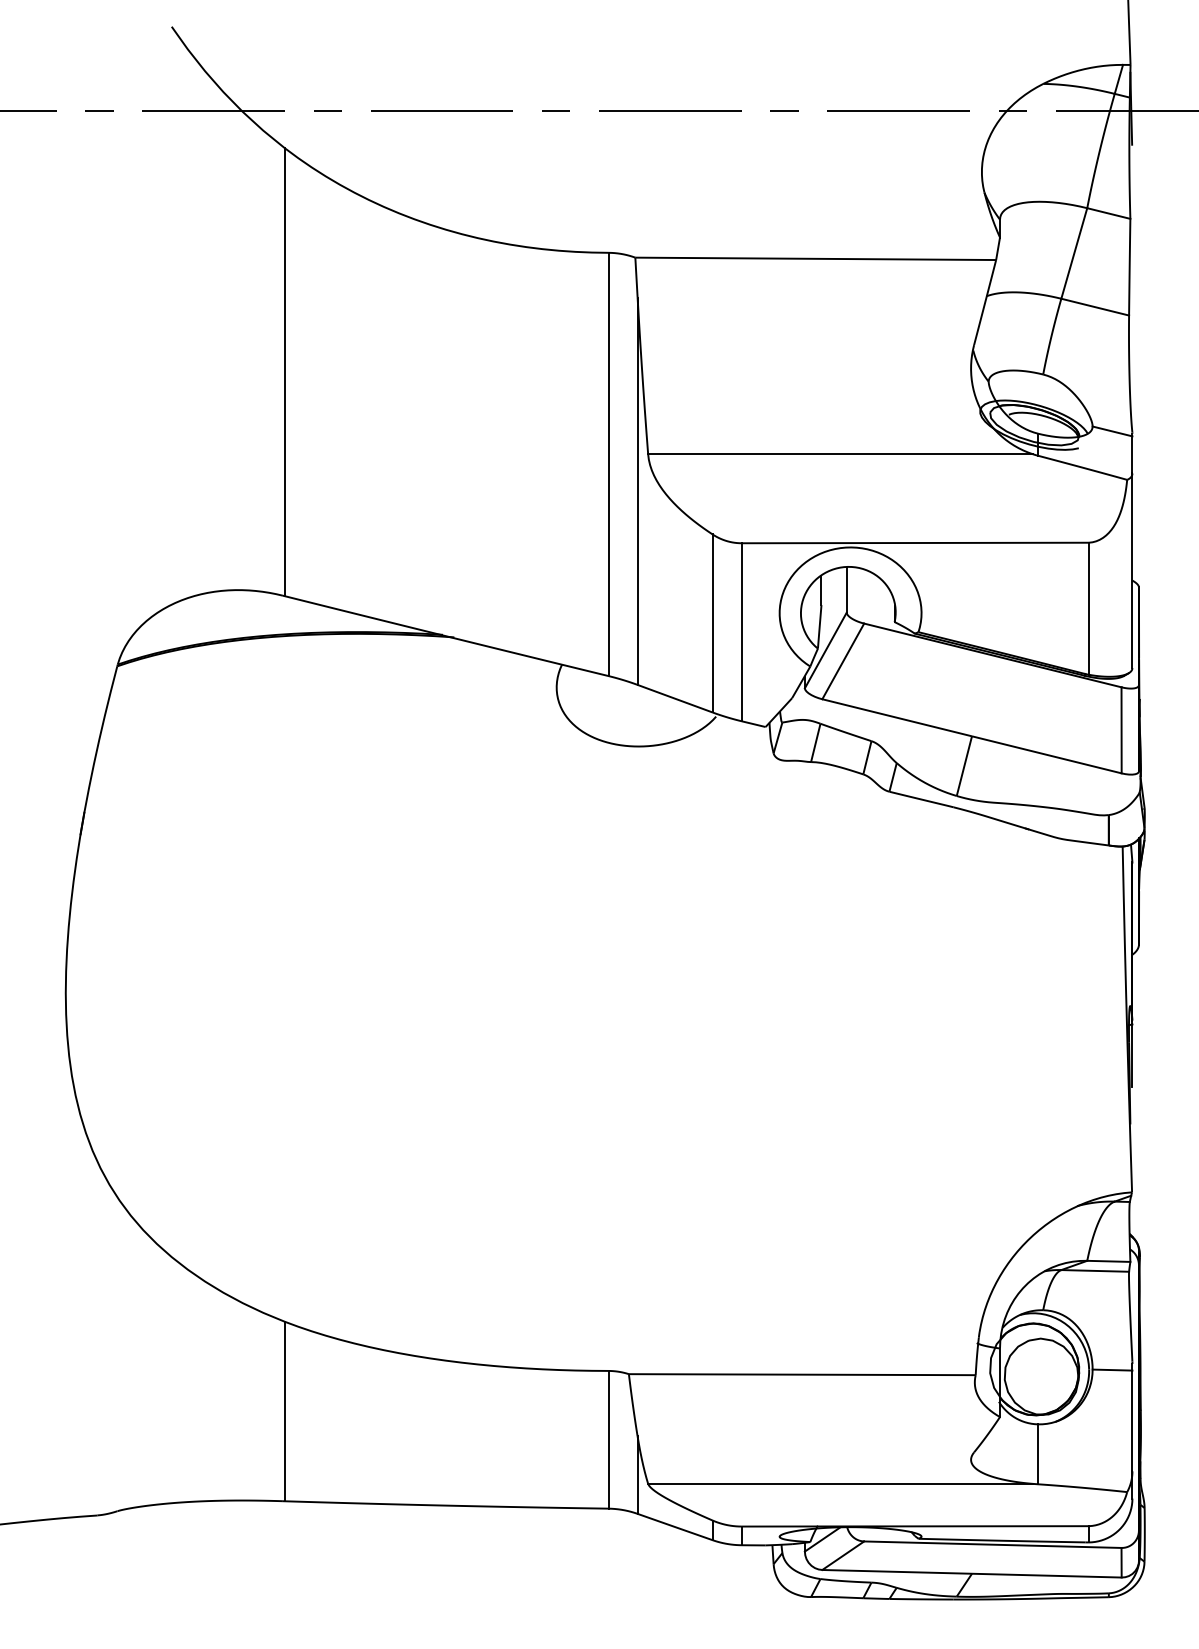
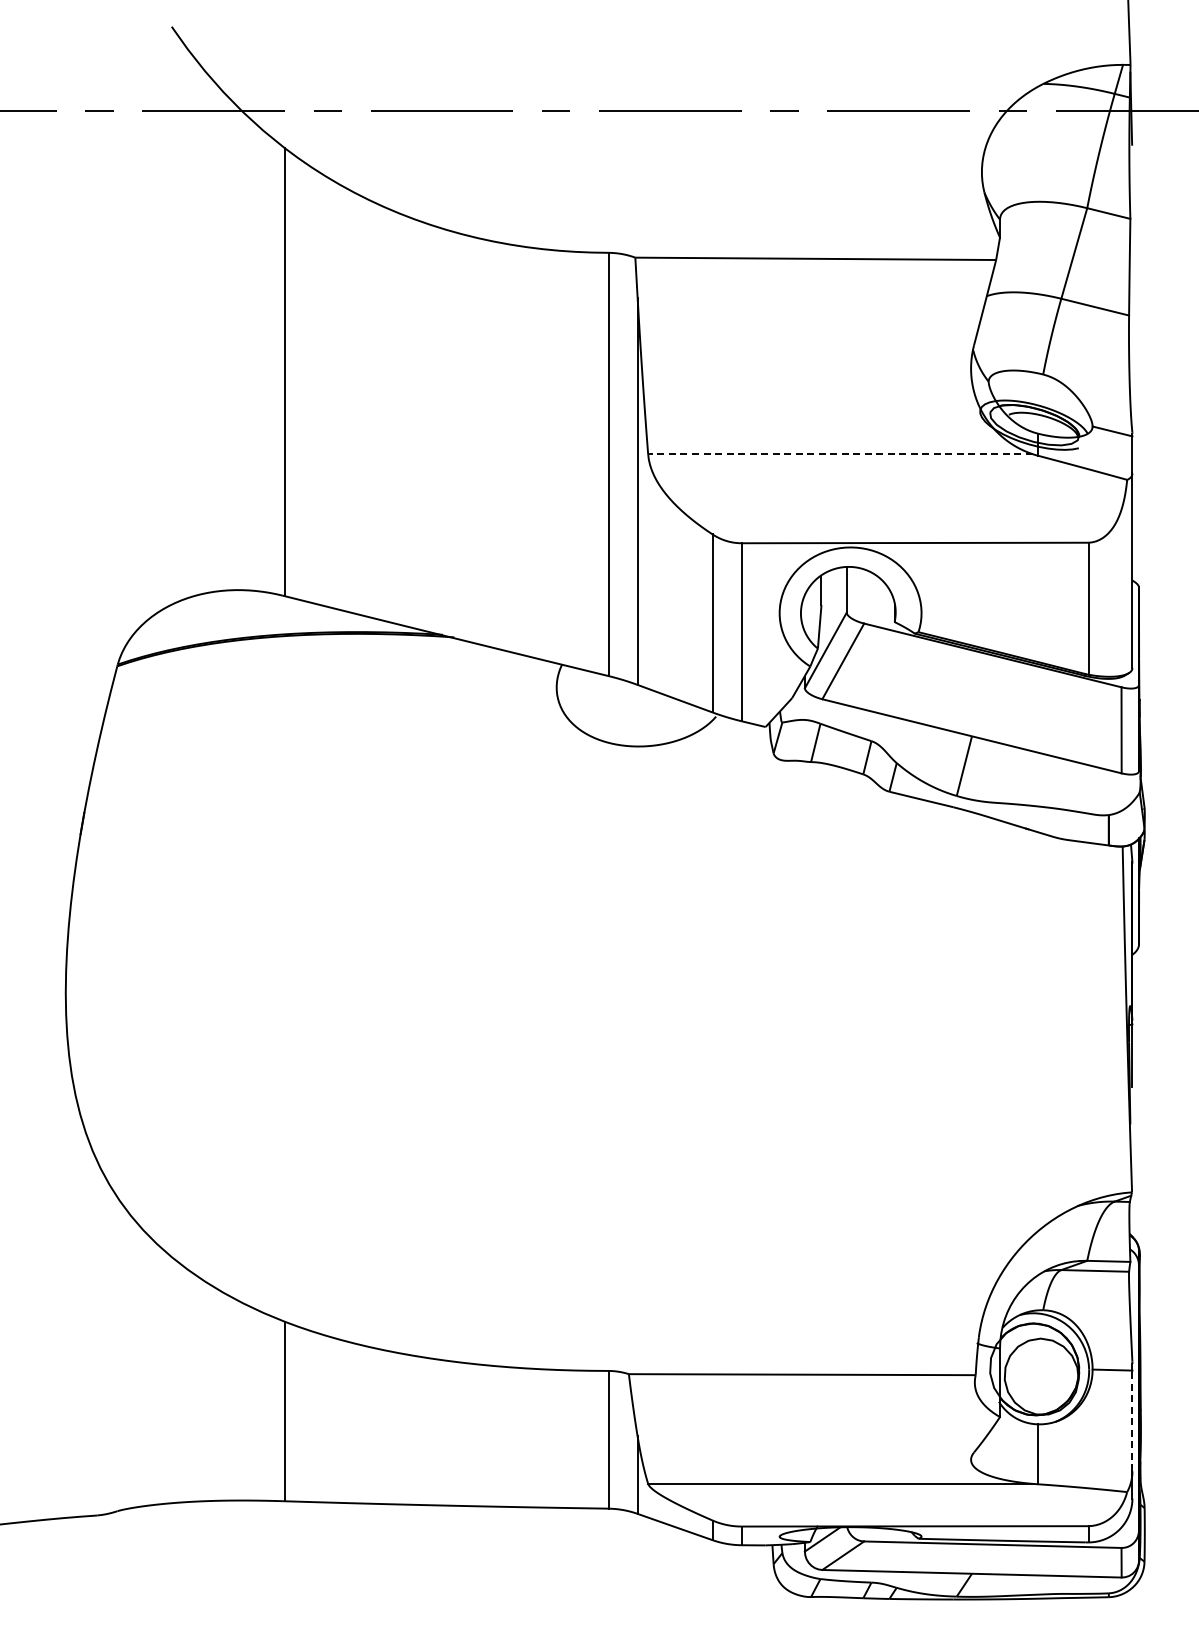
line at (840, 454): solid -> dashed
line at (1132, 1420): solid -> dashed
